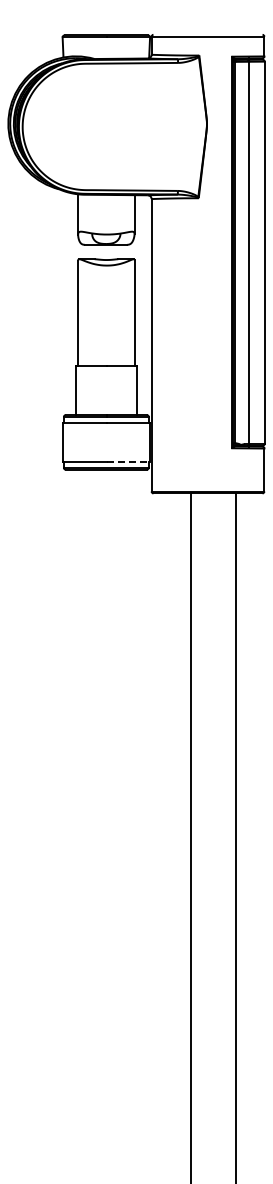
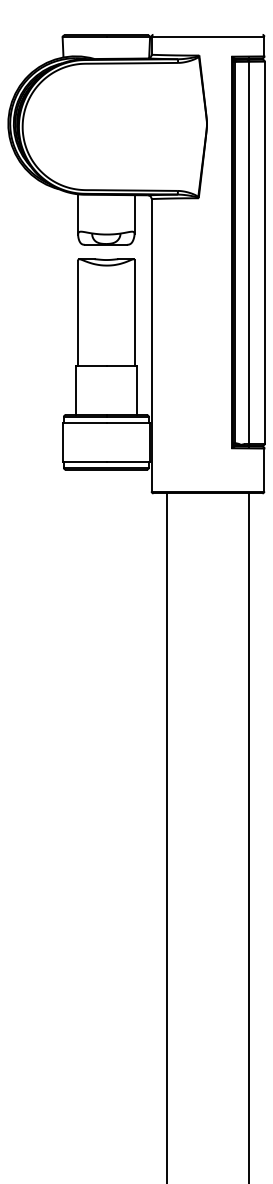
line at (128, 462): dashed -> solid
line at (190, 836) position: (190, 836) -> (166, 836)
line at (236, 836) position: (236, 836) -> (249, 836)
